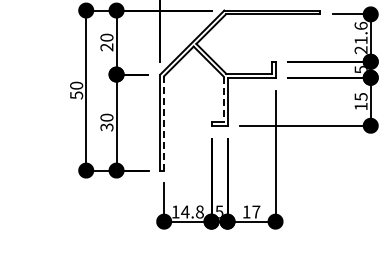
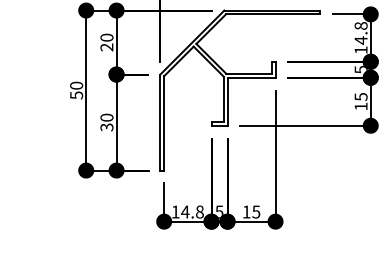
text at (360, 37): 21.6 -> 14.8
line at (223, 99): dashed -> solid
line at (164, 123): dashed -> solid
text at (256, 211): 17 -> 15
